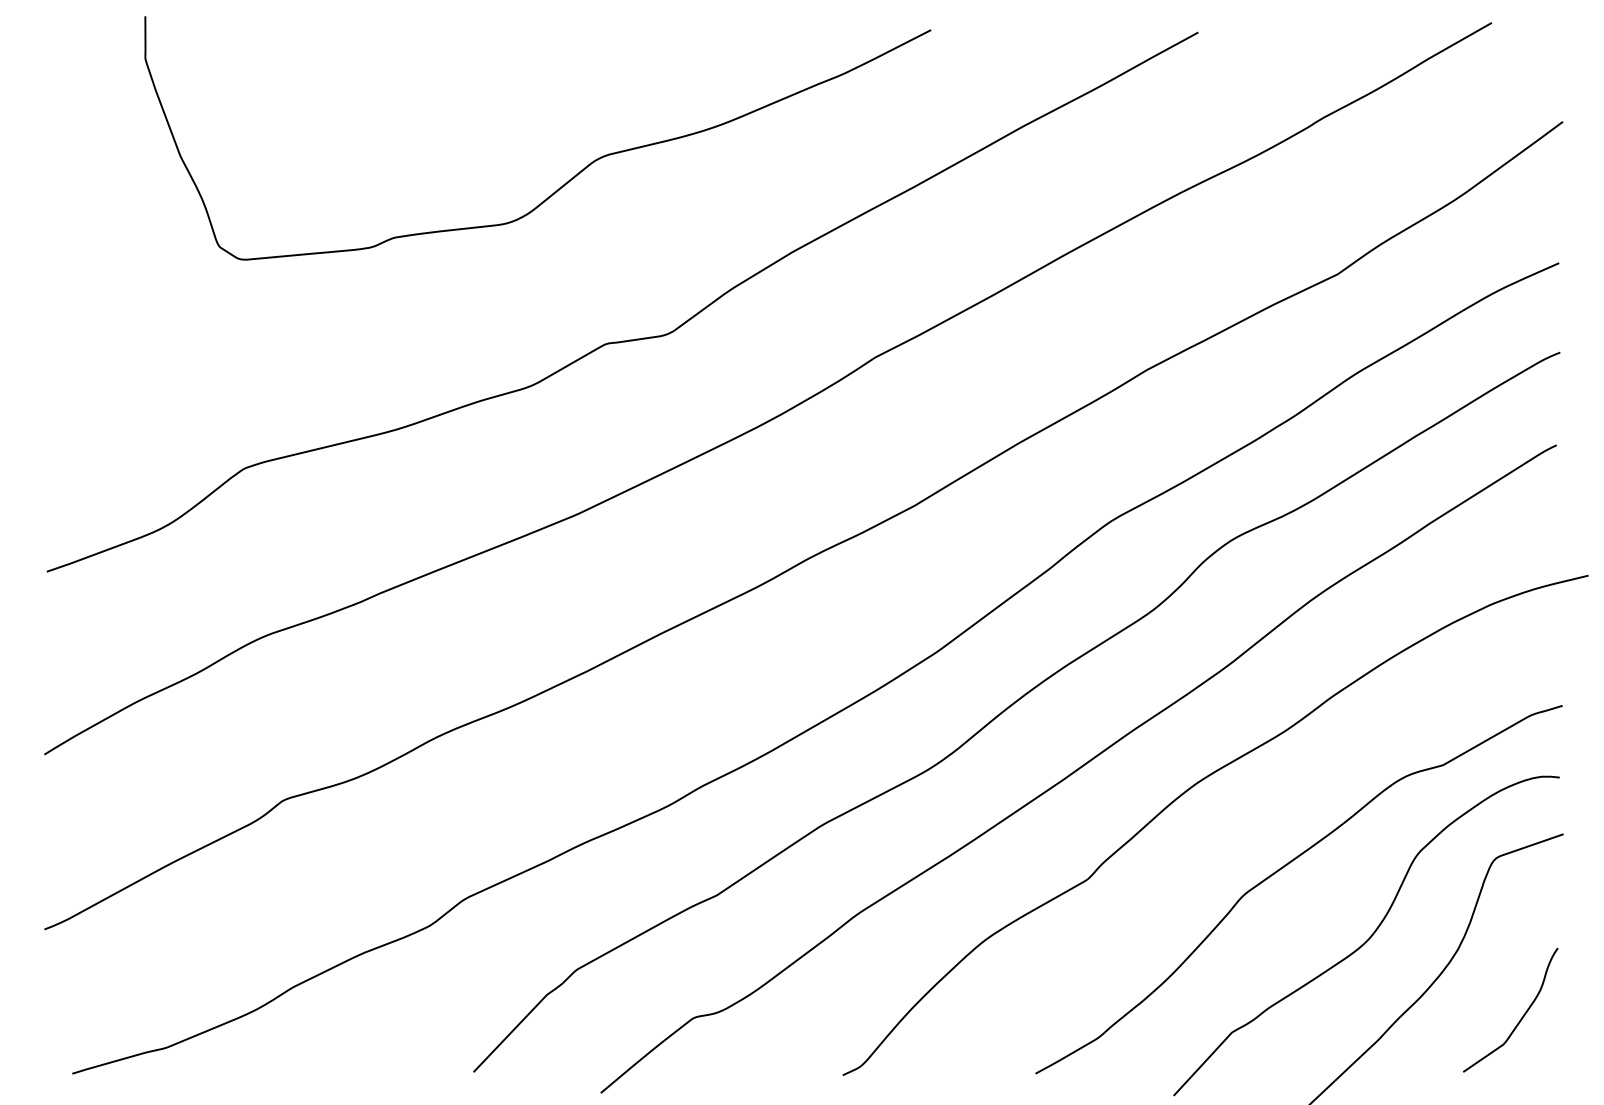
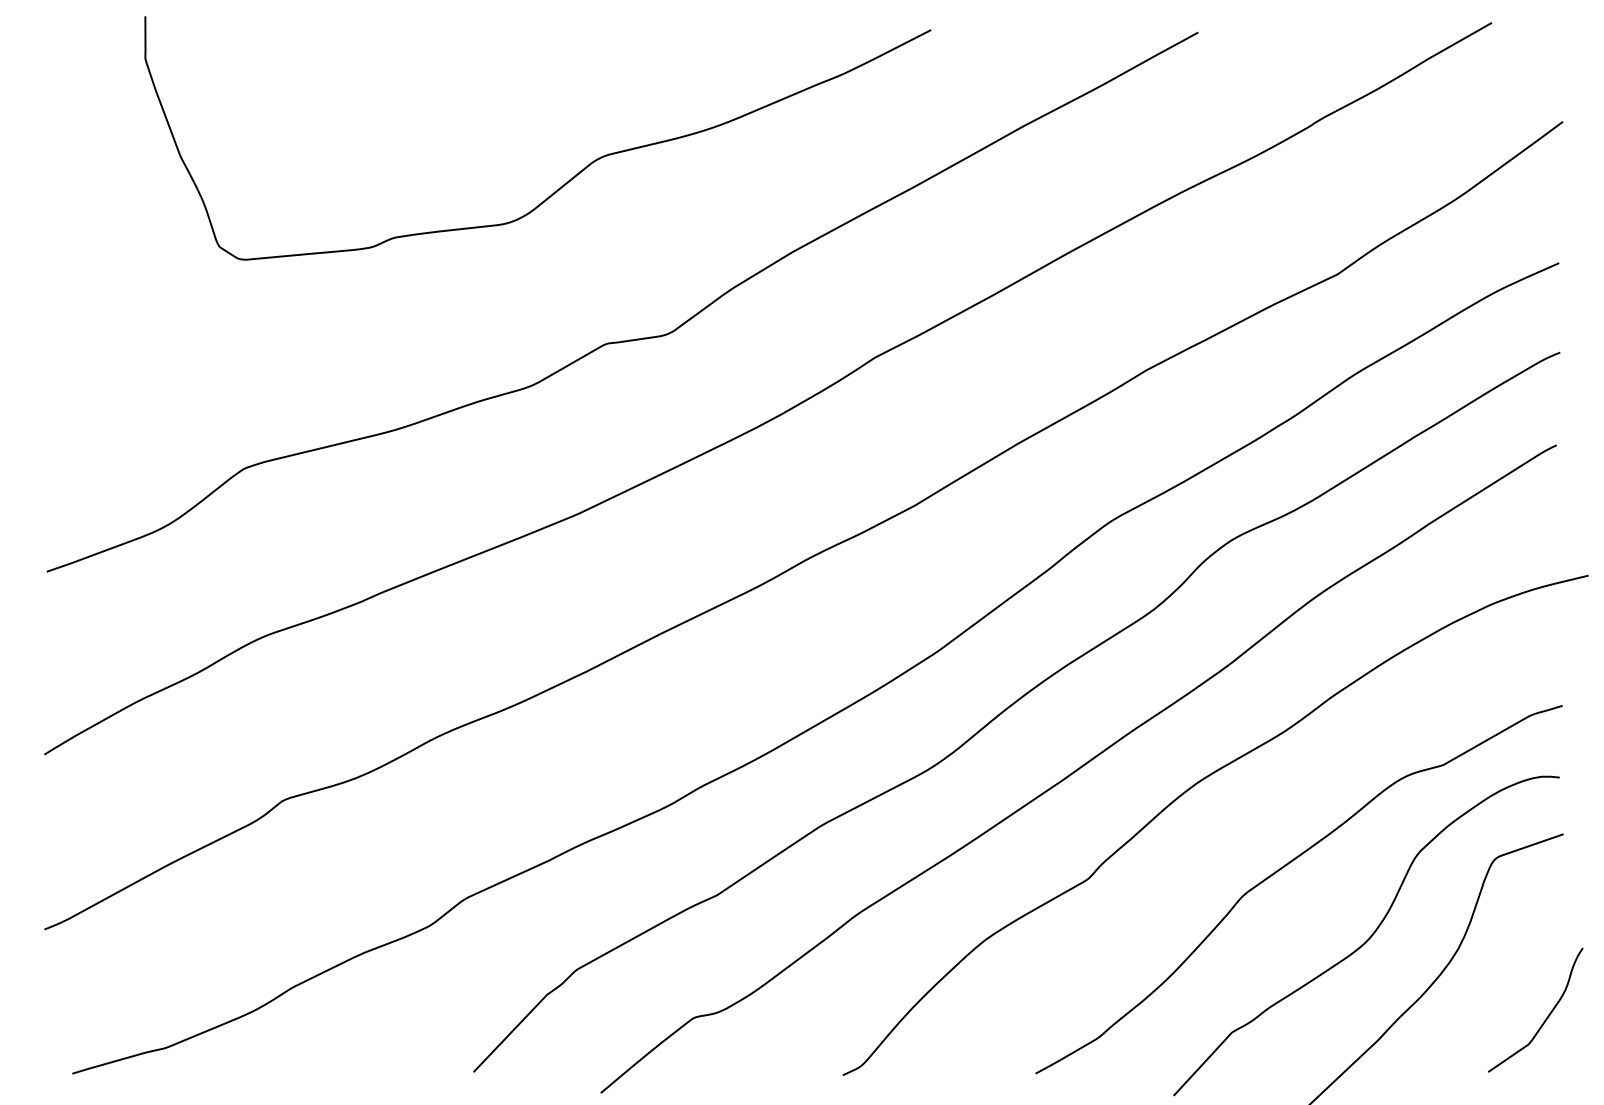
curve at (1520, 1018) position: (1520, 1018) -> (1545, 1018)
